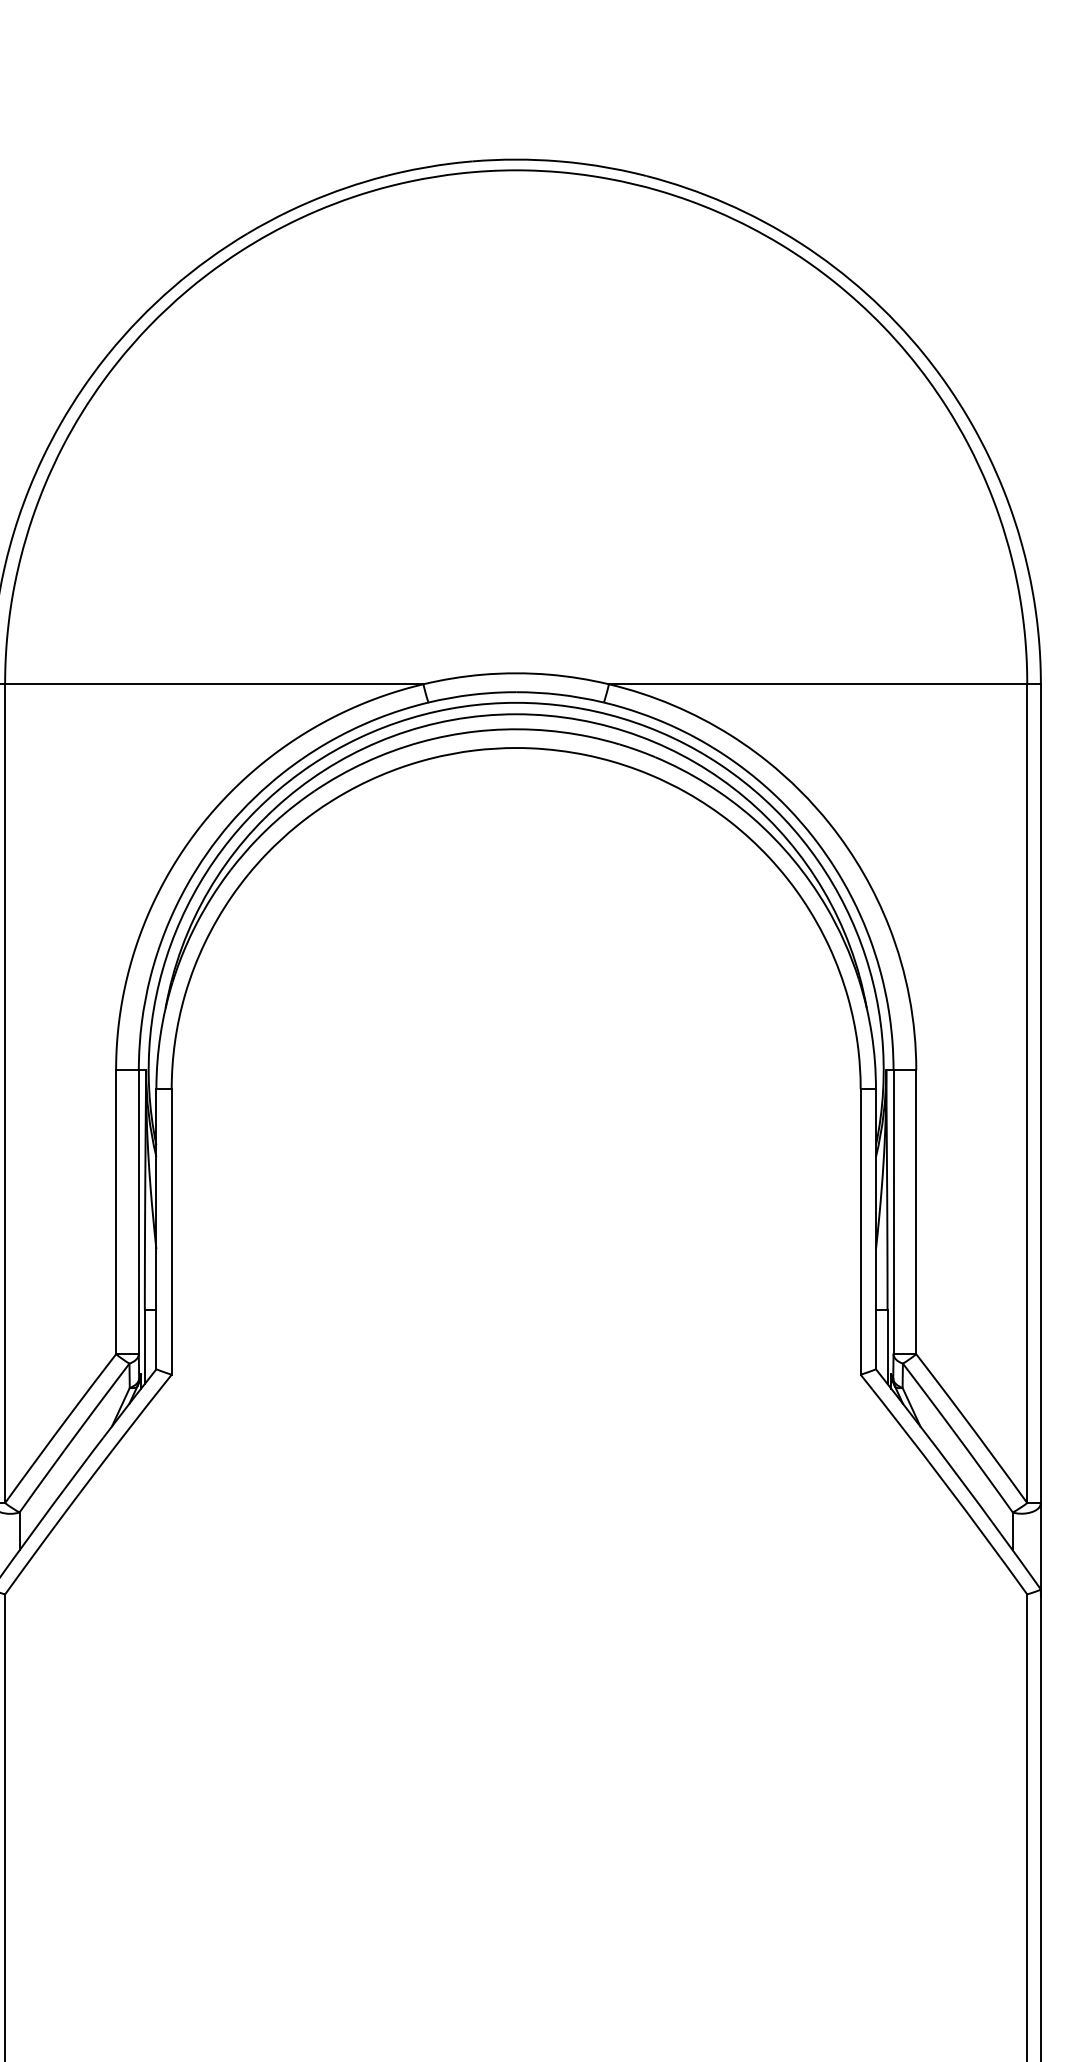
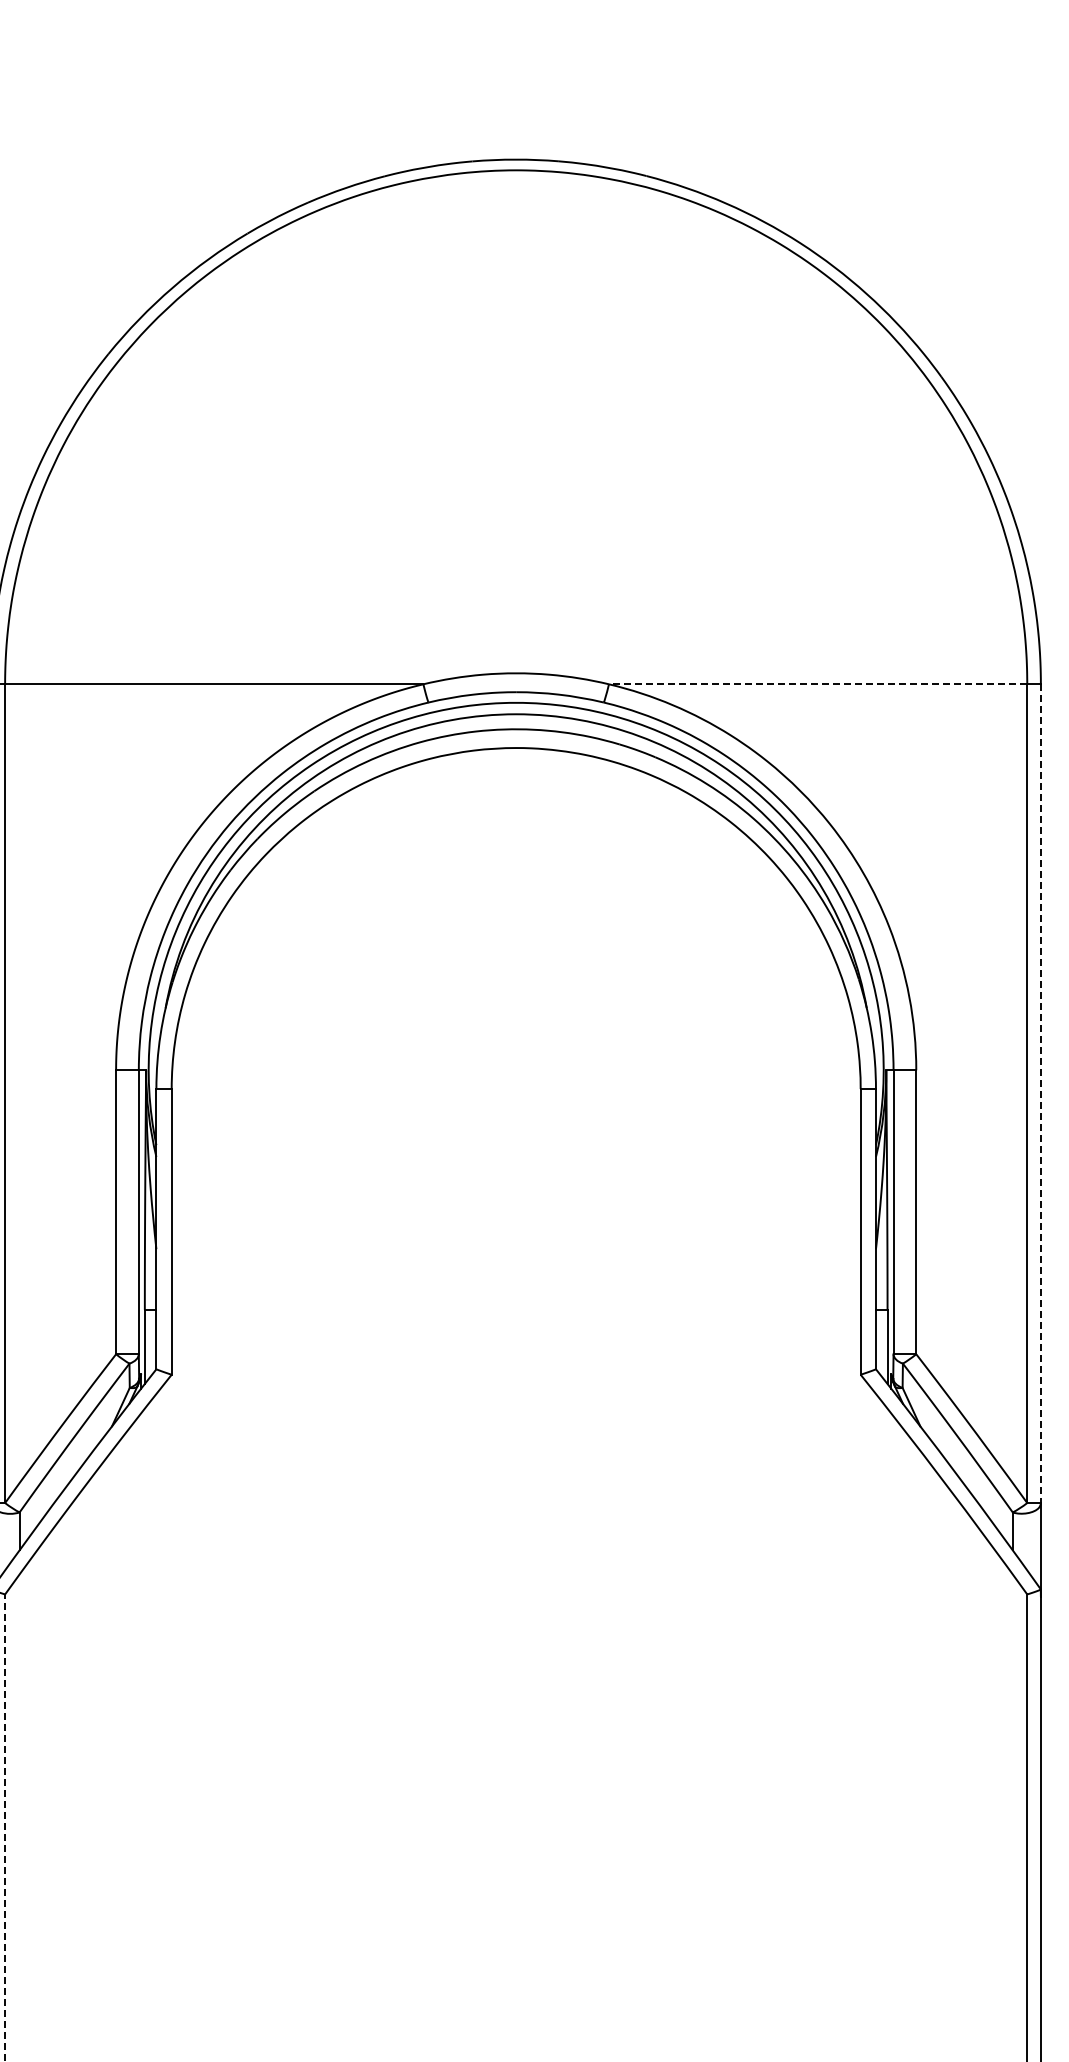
line at (817, 684): solid -> dashed
line at (1040, 1094): solid -> dashed
line at (5, 1827): solid -> dashed
